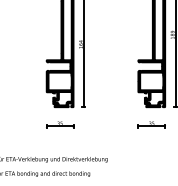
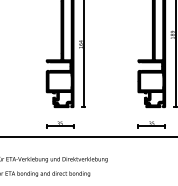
line at (88, 137): none -> present
